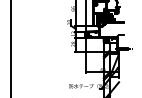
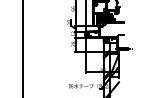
line at (11, 48) position: (11, 48) -> (23, 48)
